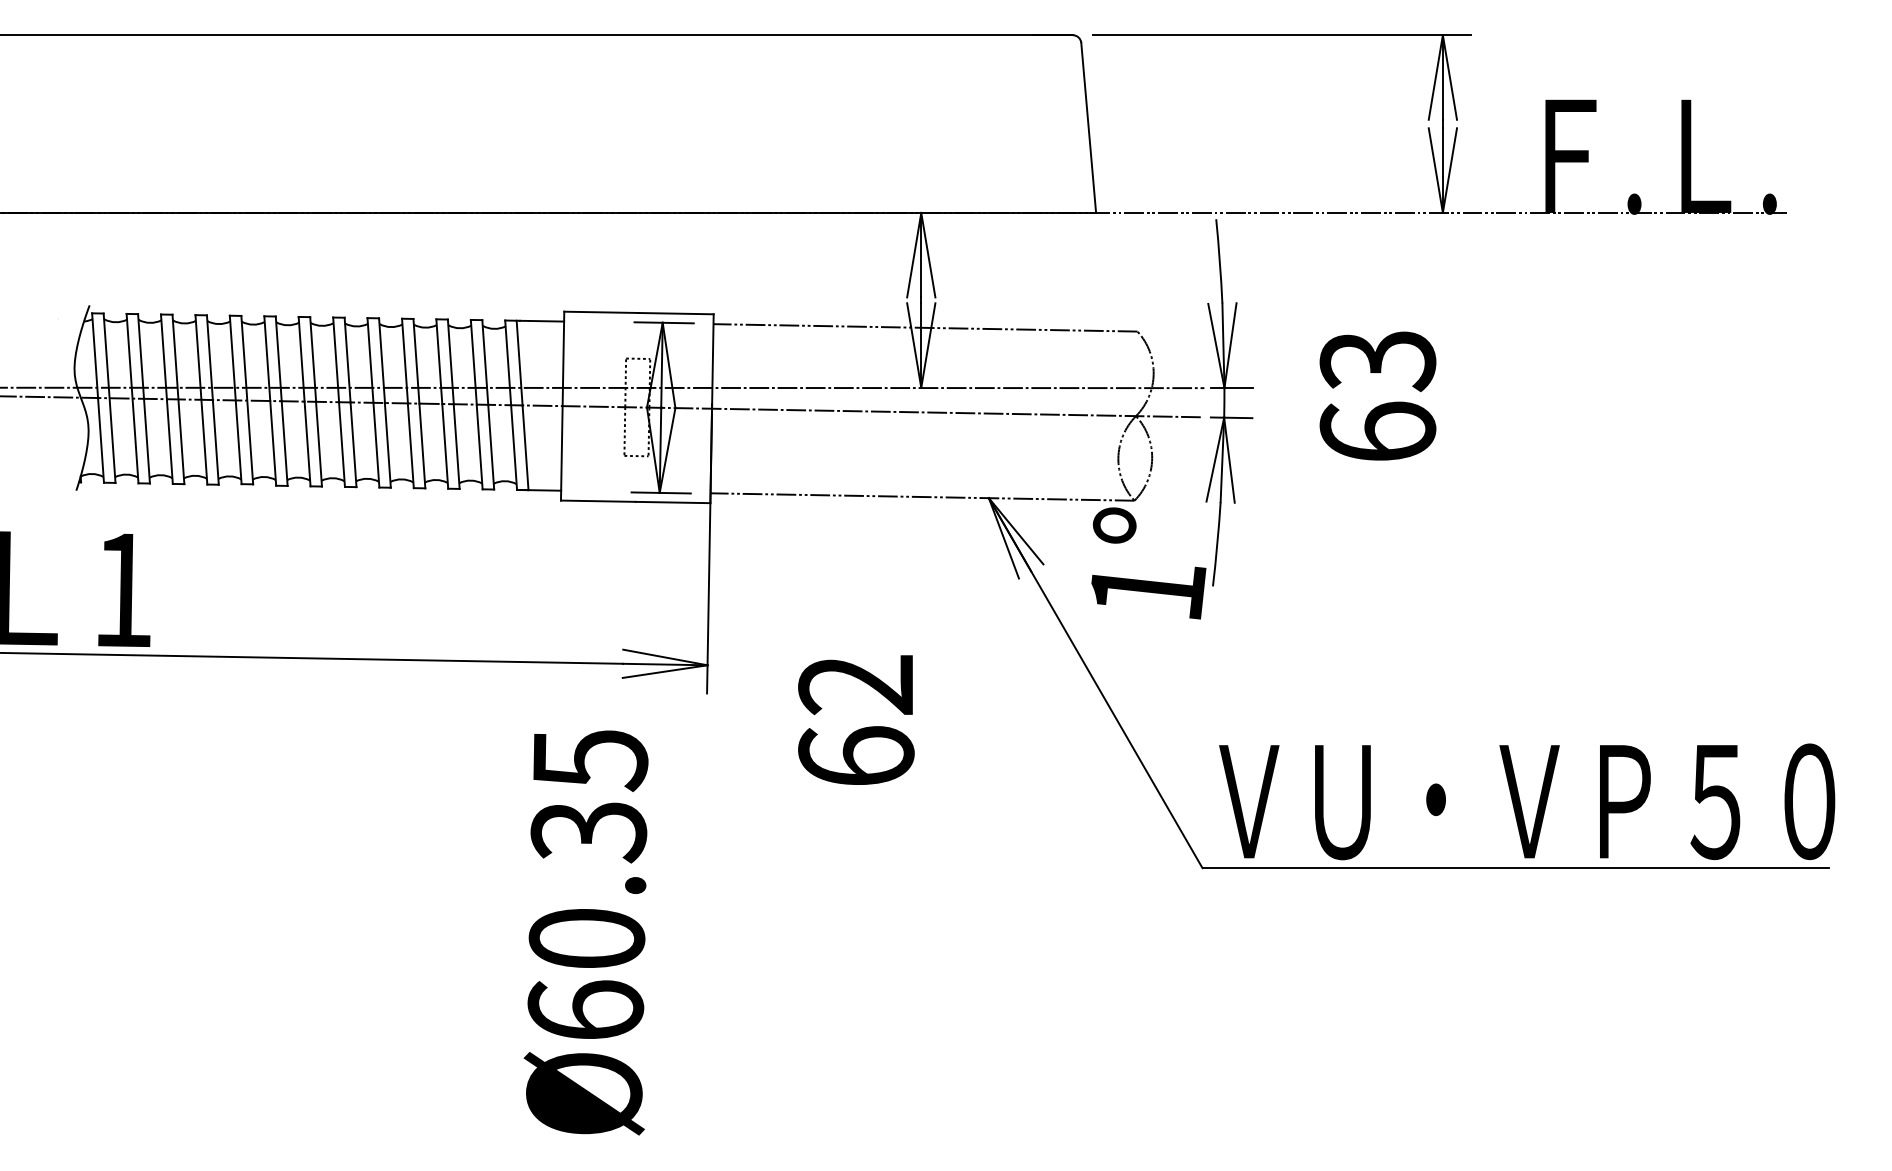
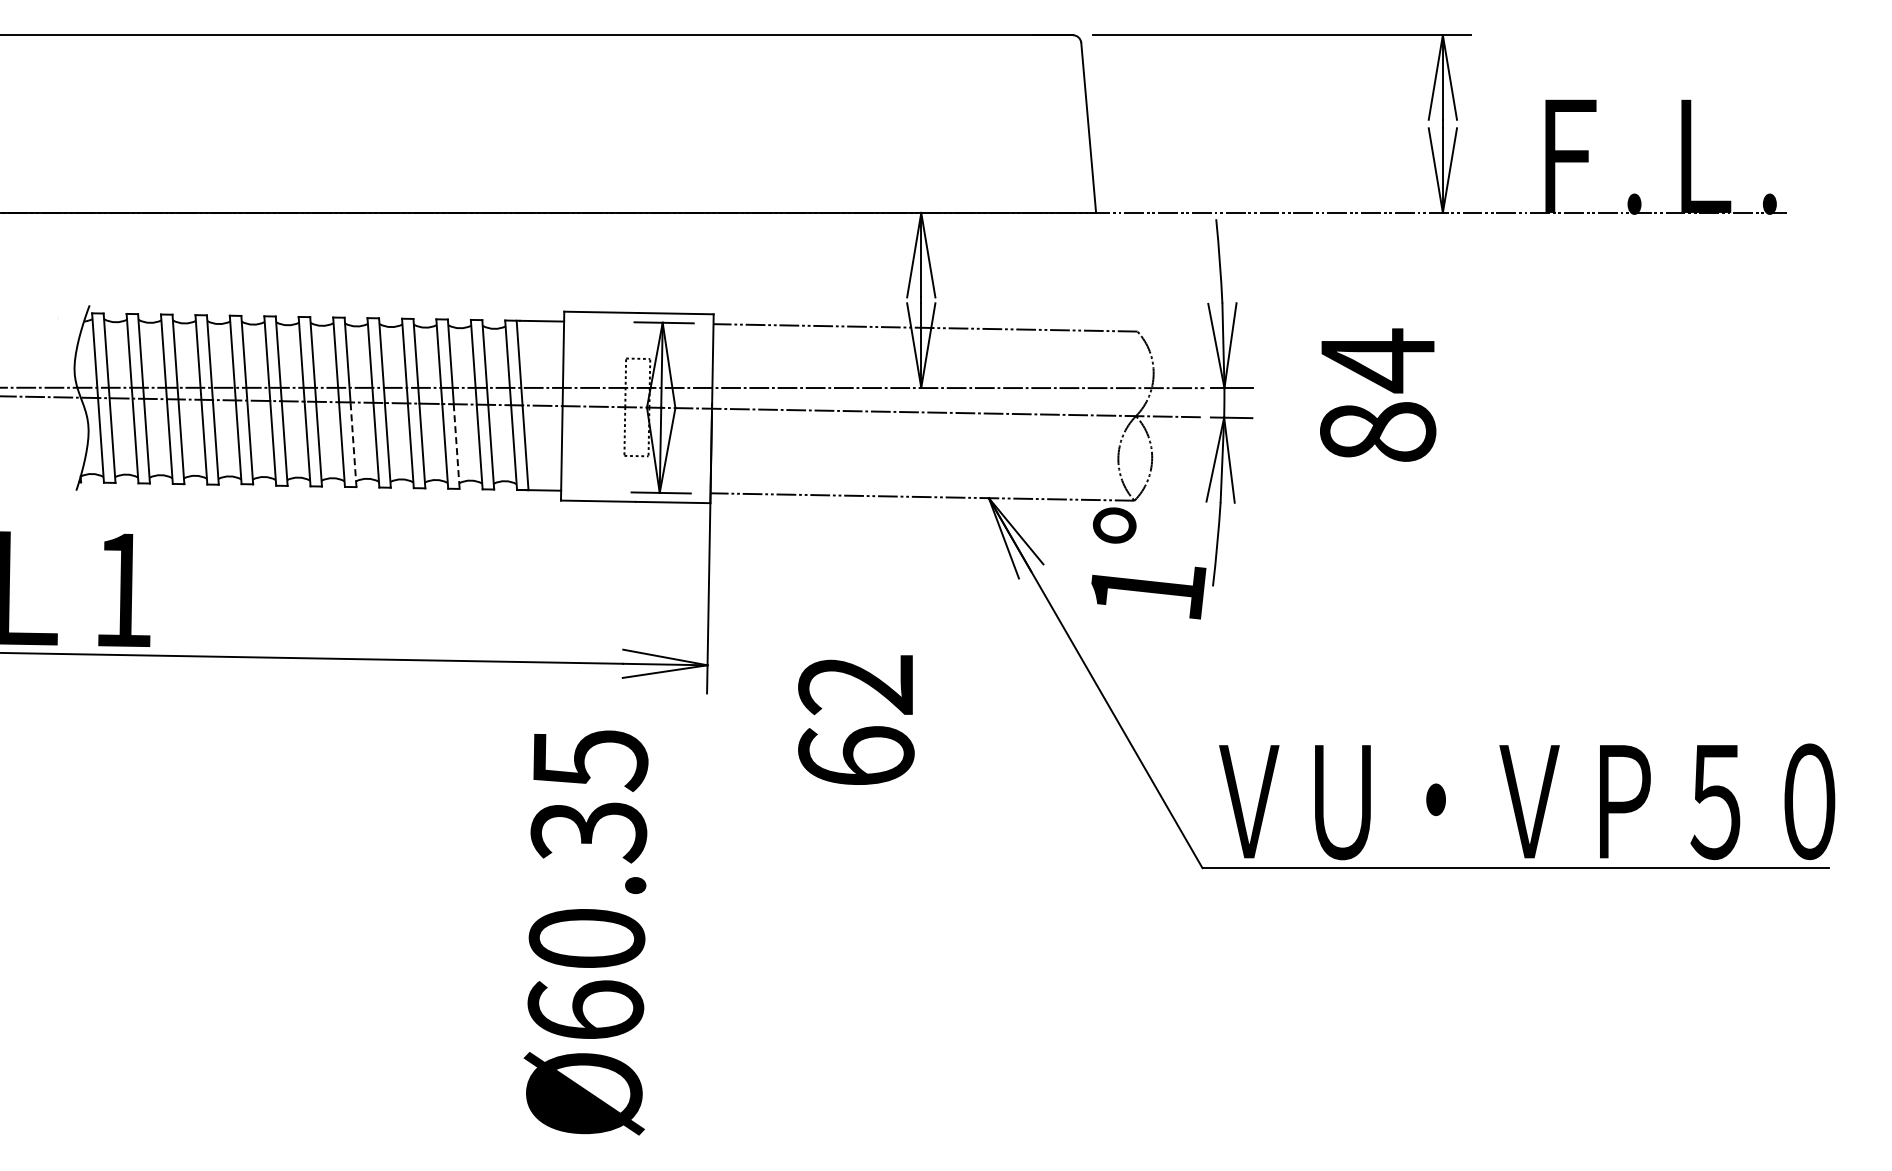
text at (1377, 394): 63 -> 84
line at (353, 444): solid -> dashed
line at (456, 447): solid -> dashed
